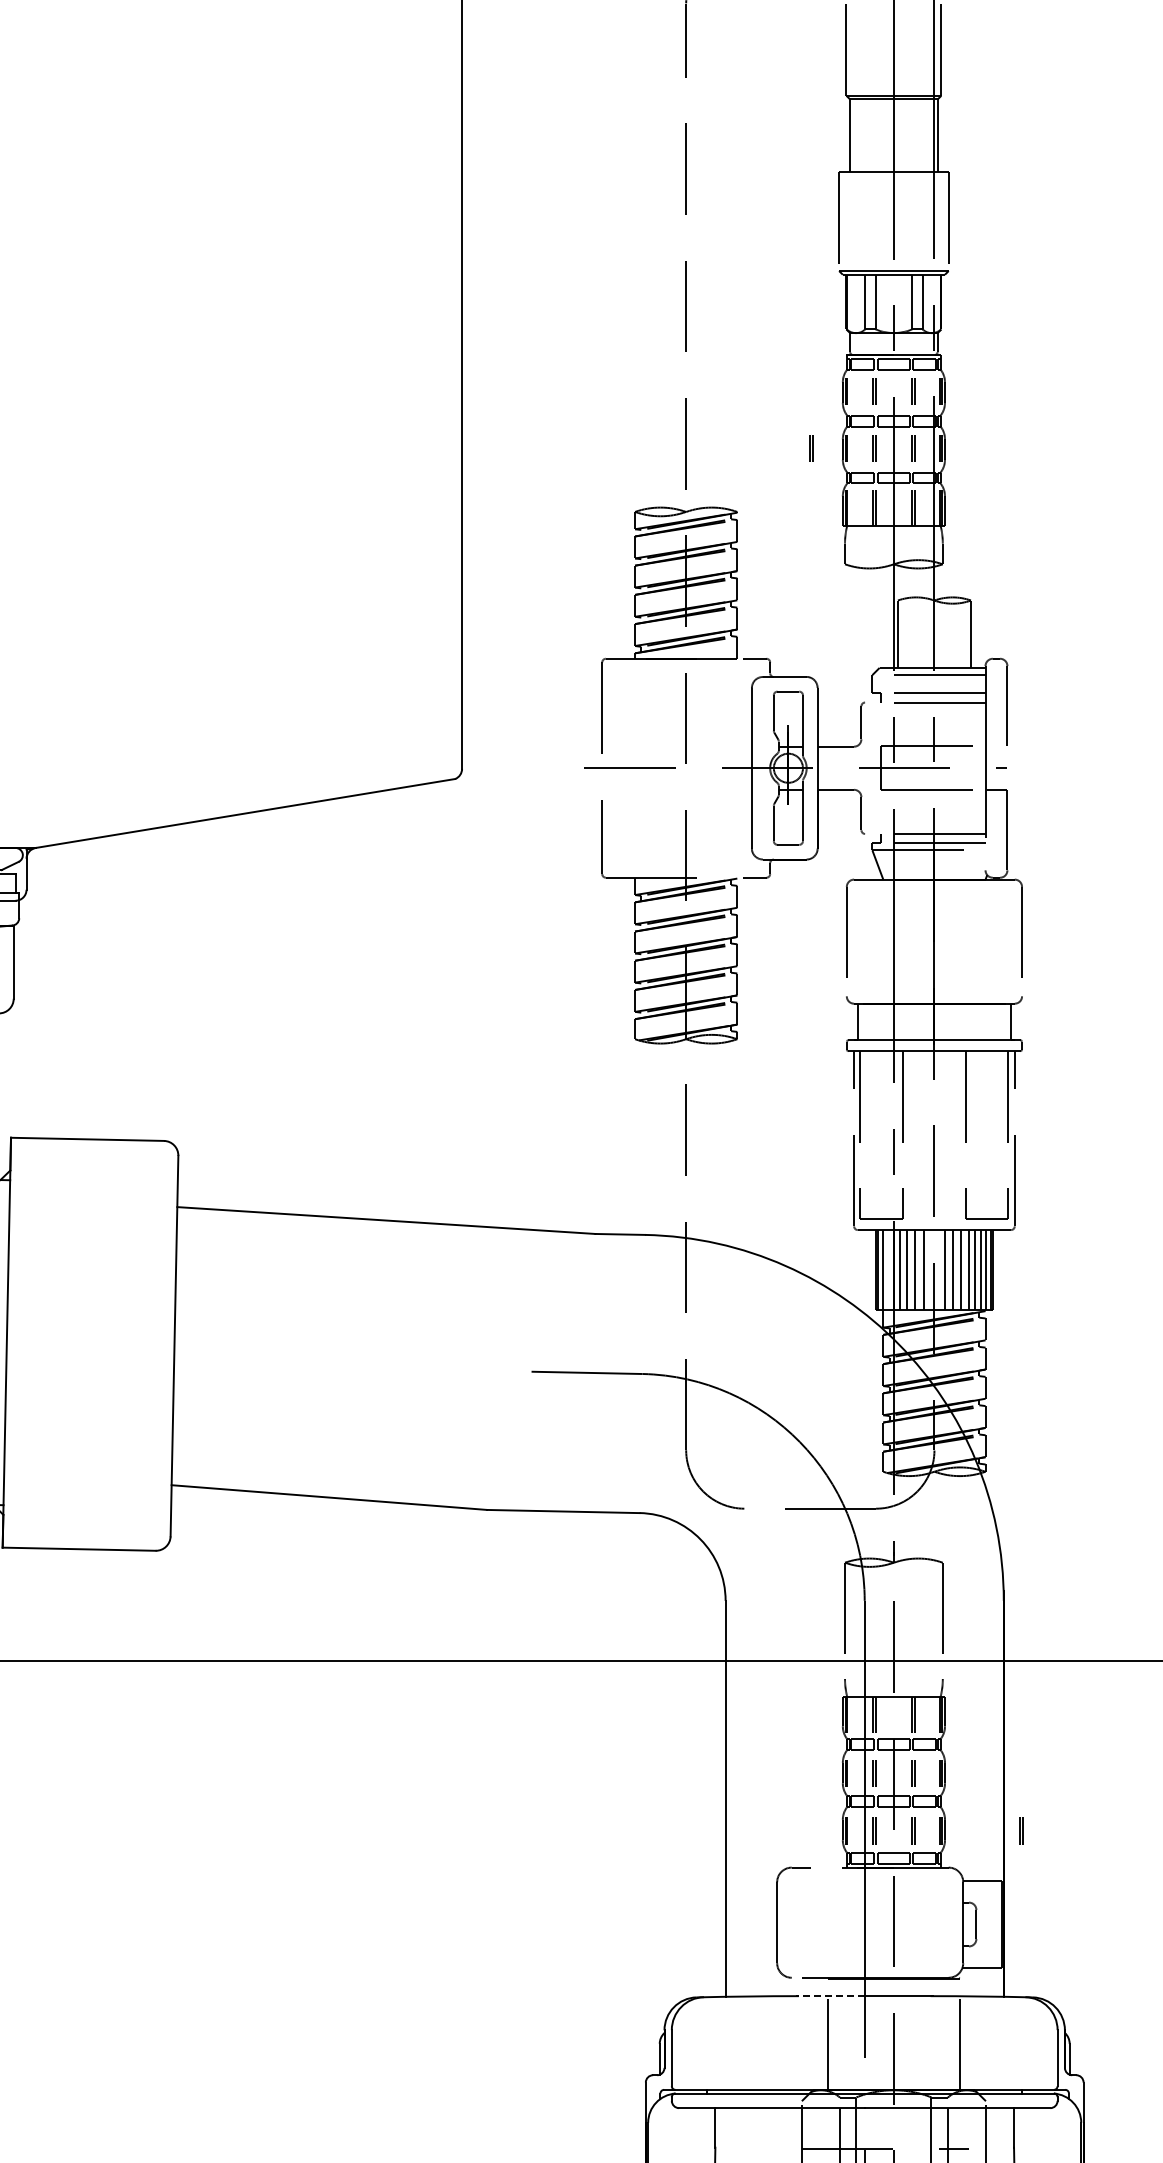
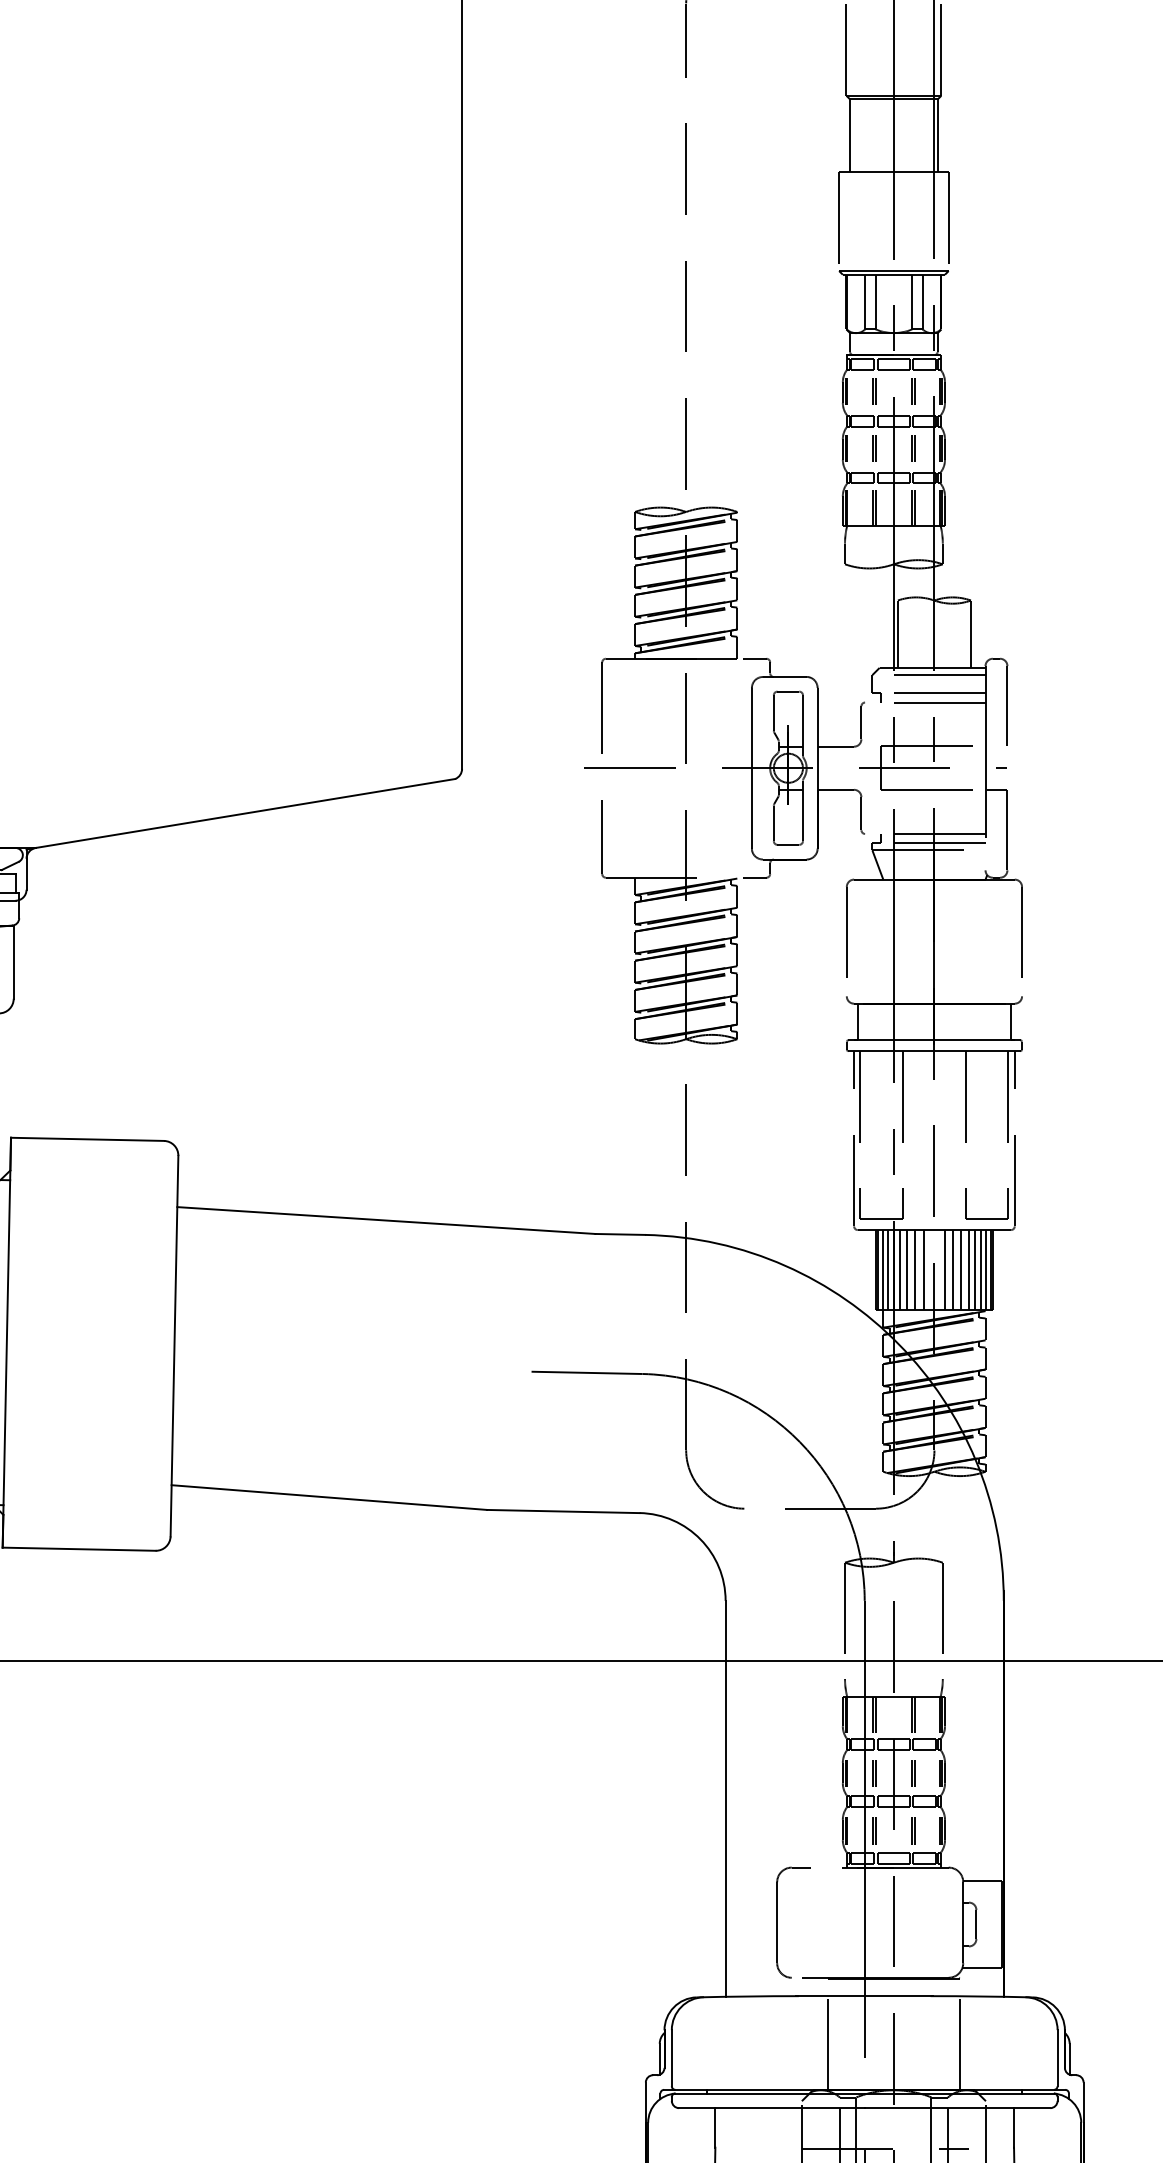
line at (810, 448): present -> none
line at (887, 1270): none -> present
line at (1020, 1830): present -> none
line at (829, 1996): dashed -> solid
